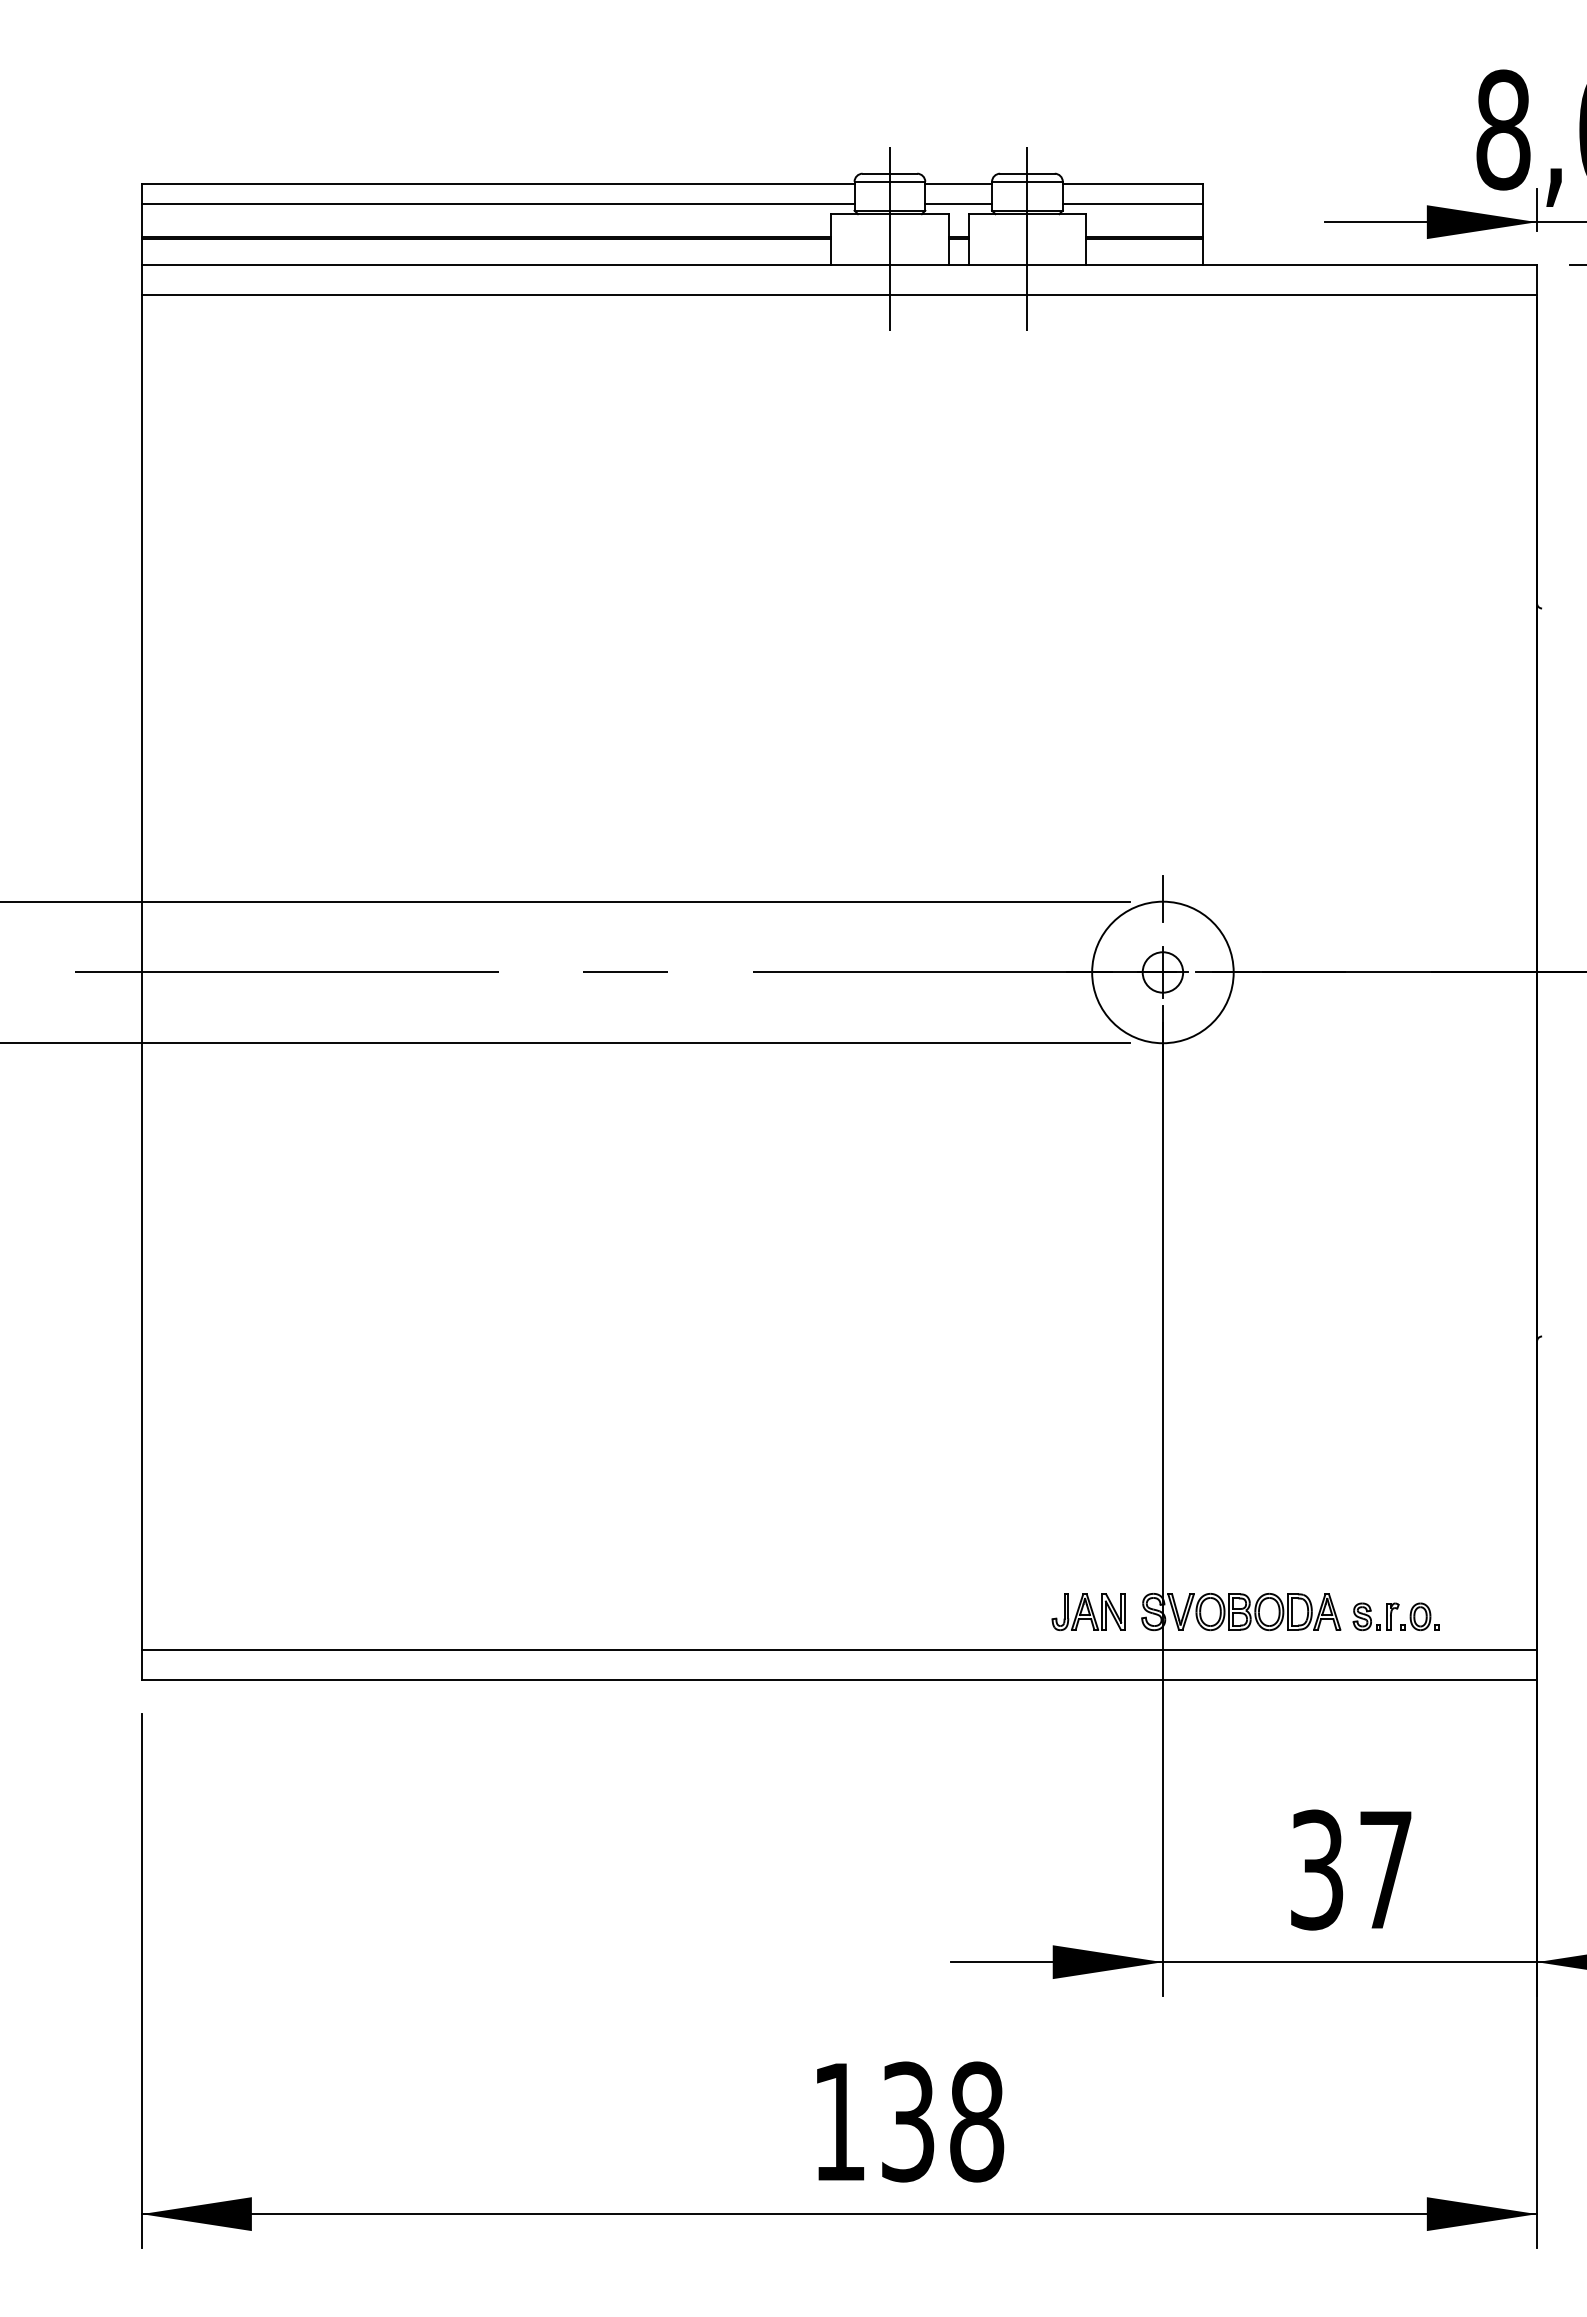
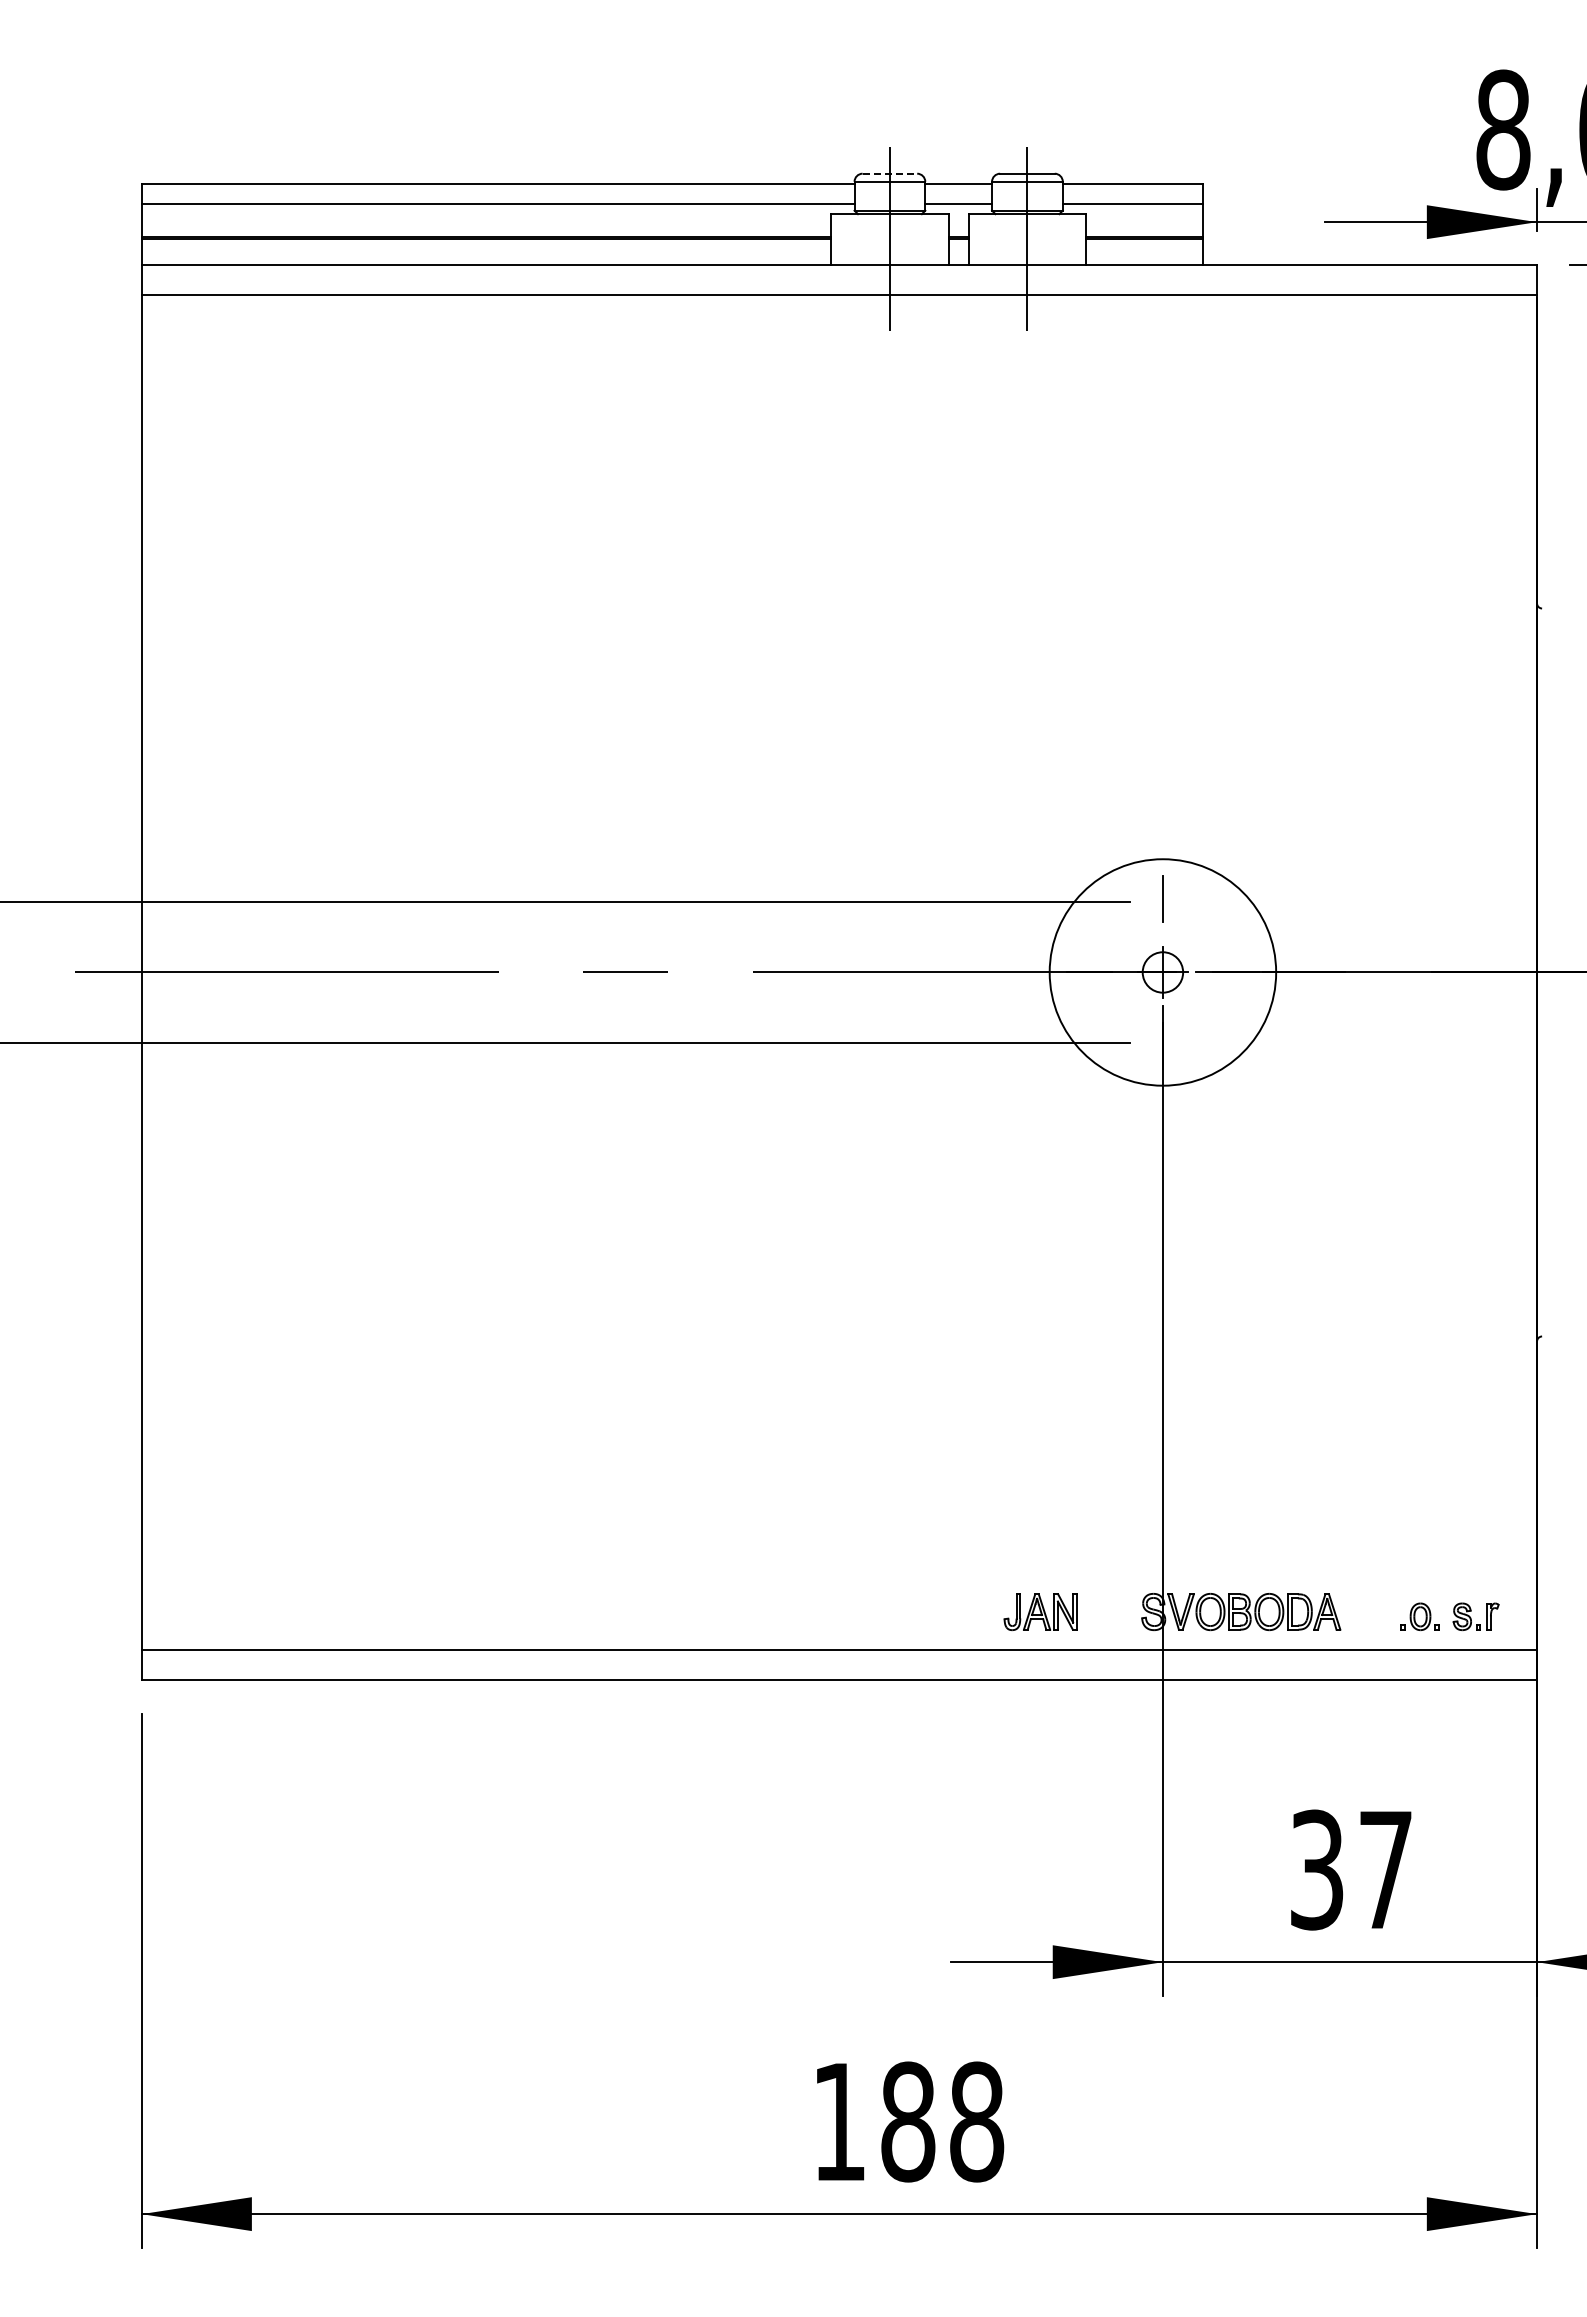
line at (890, 173): solid -> dashed
circle at (1162, 972) diameter: 142 px -> 226 px
part at (1088, 1611) position: (1088, 1611) -> (1040, 1611)
part at (1375, 1616) position: (1375, 1616) -> (1475, 1616)
text at (908, 2121): 138 -> 188
